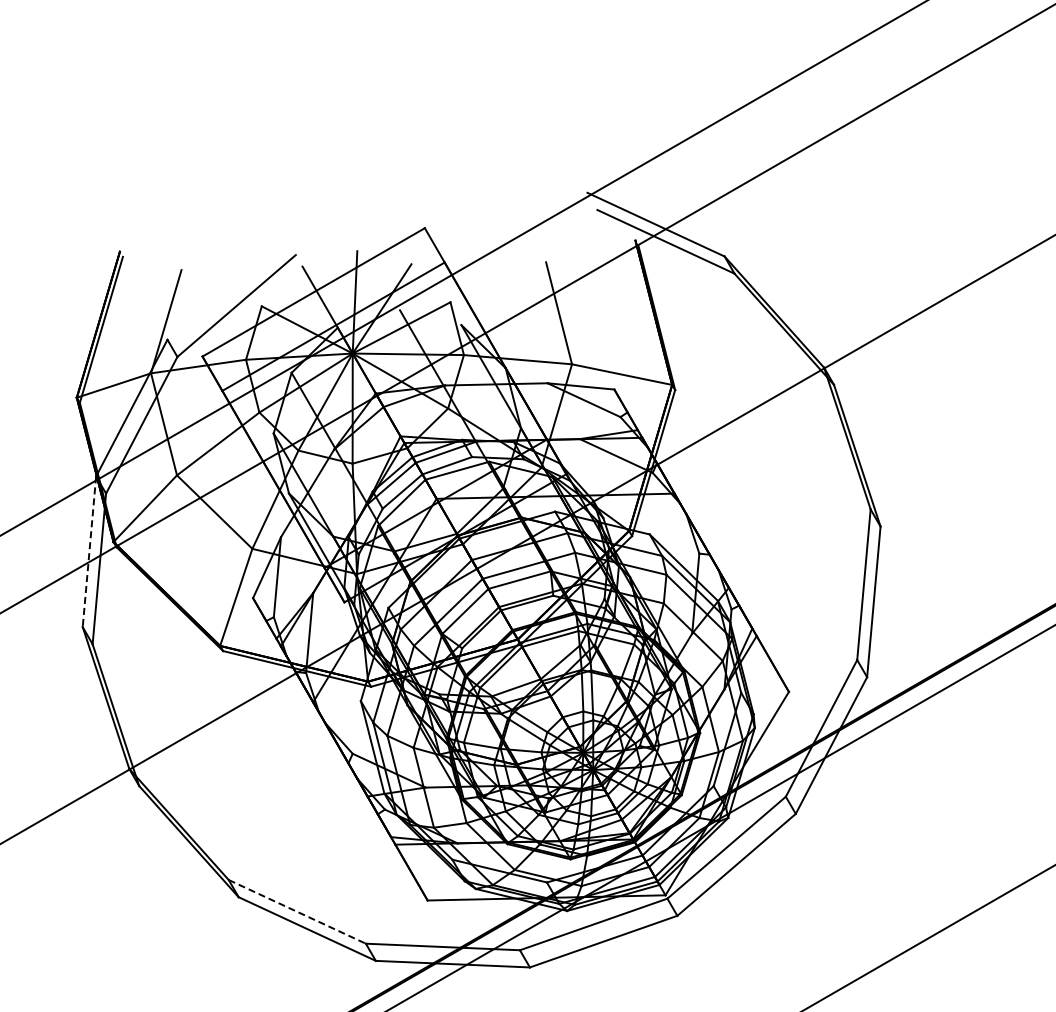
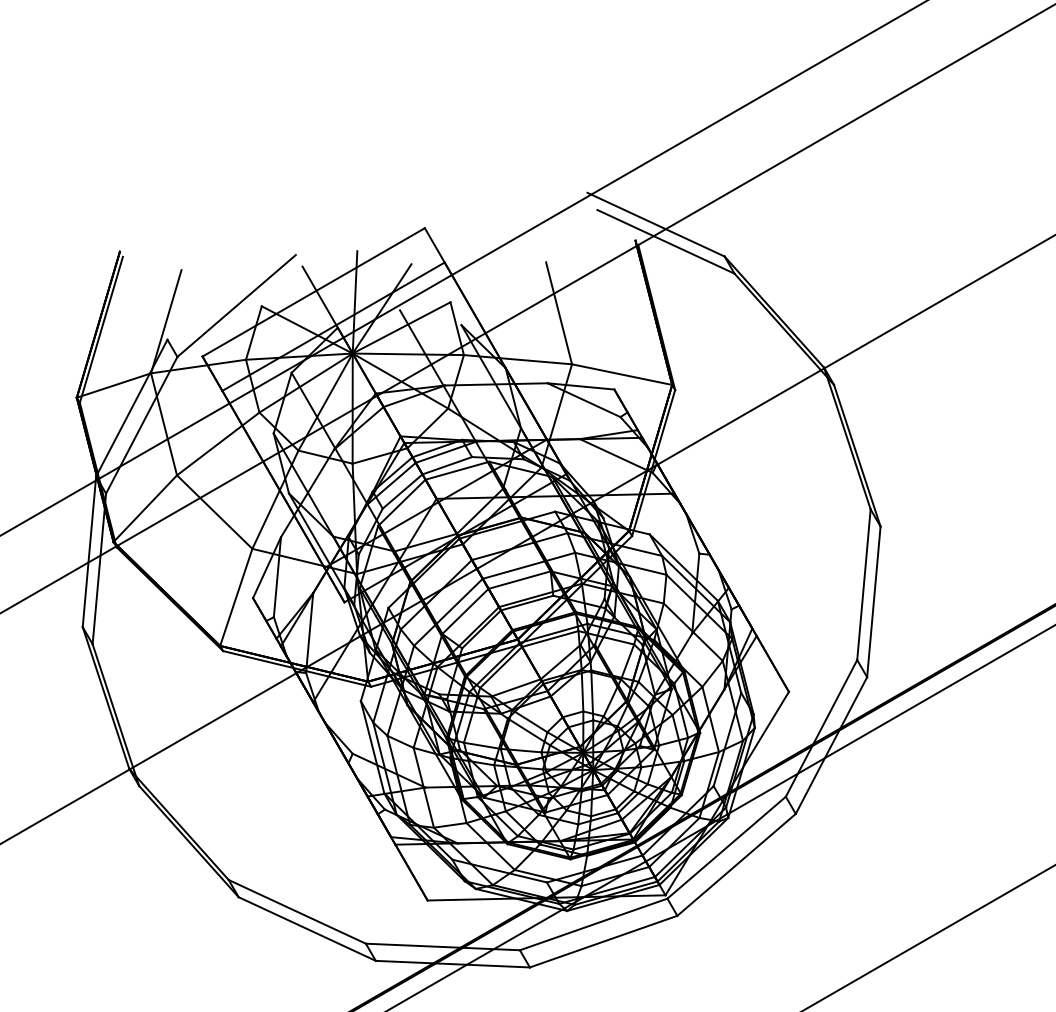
line at (89, 551): dashed -> solid
line at (297, 911): dashed -> solid
